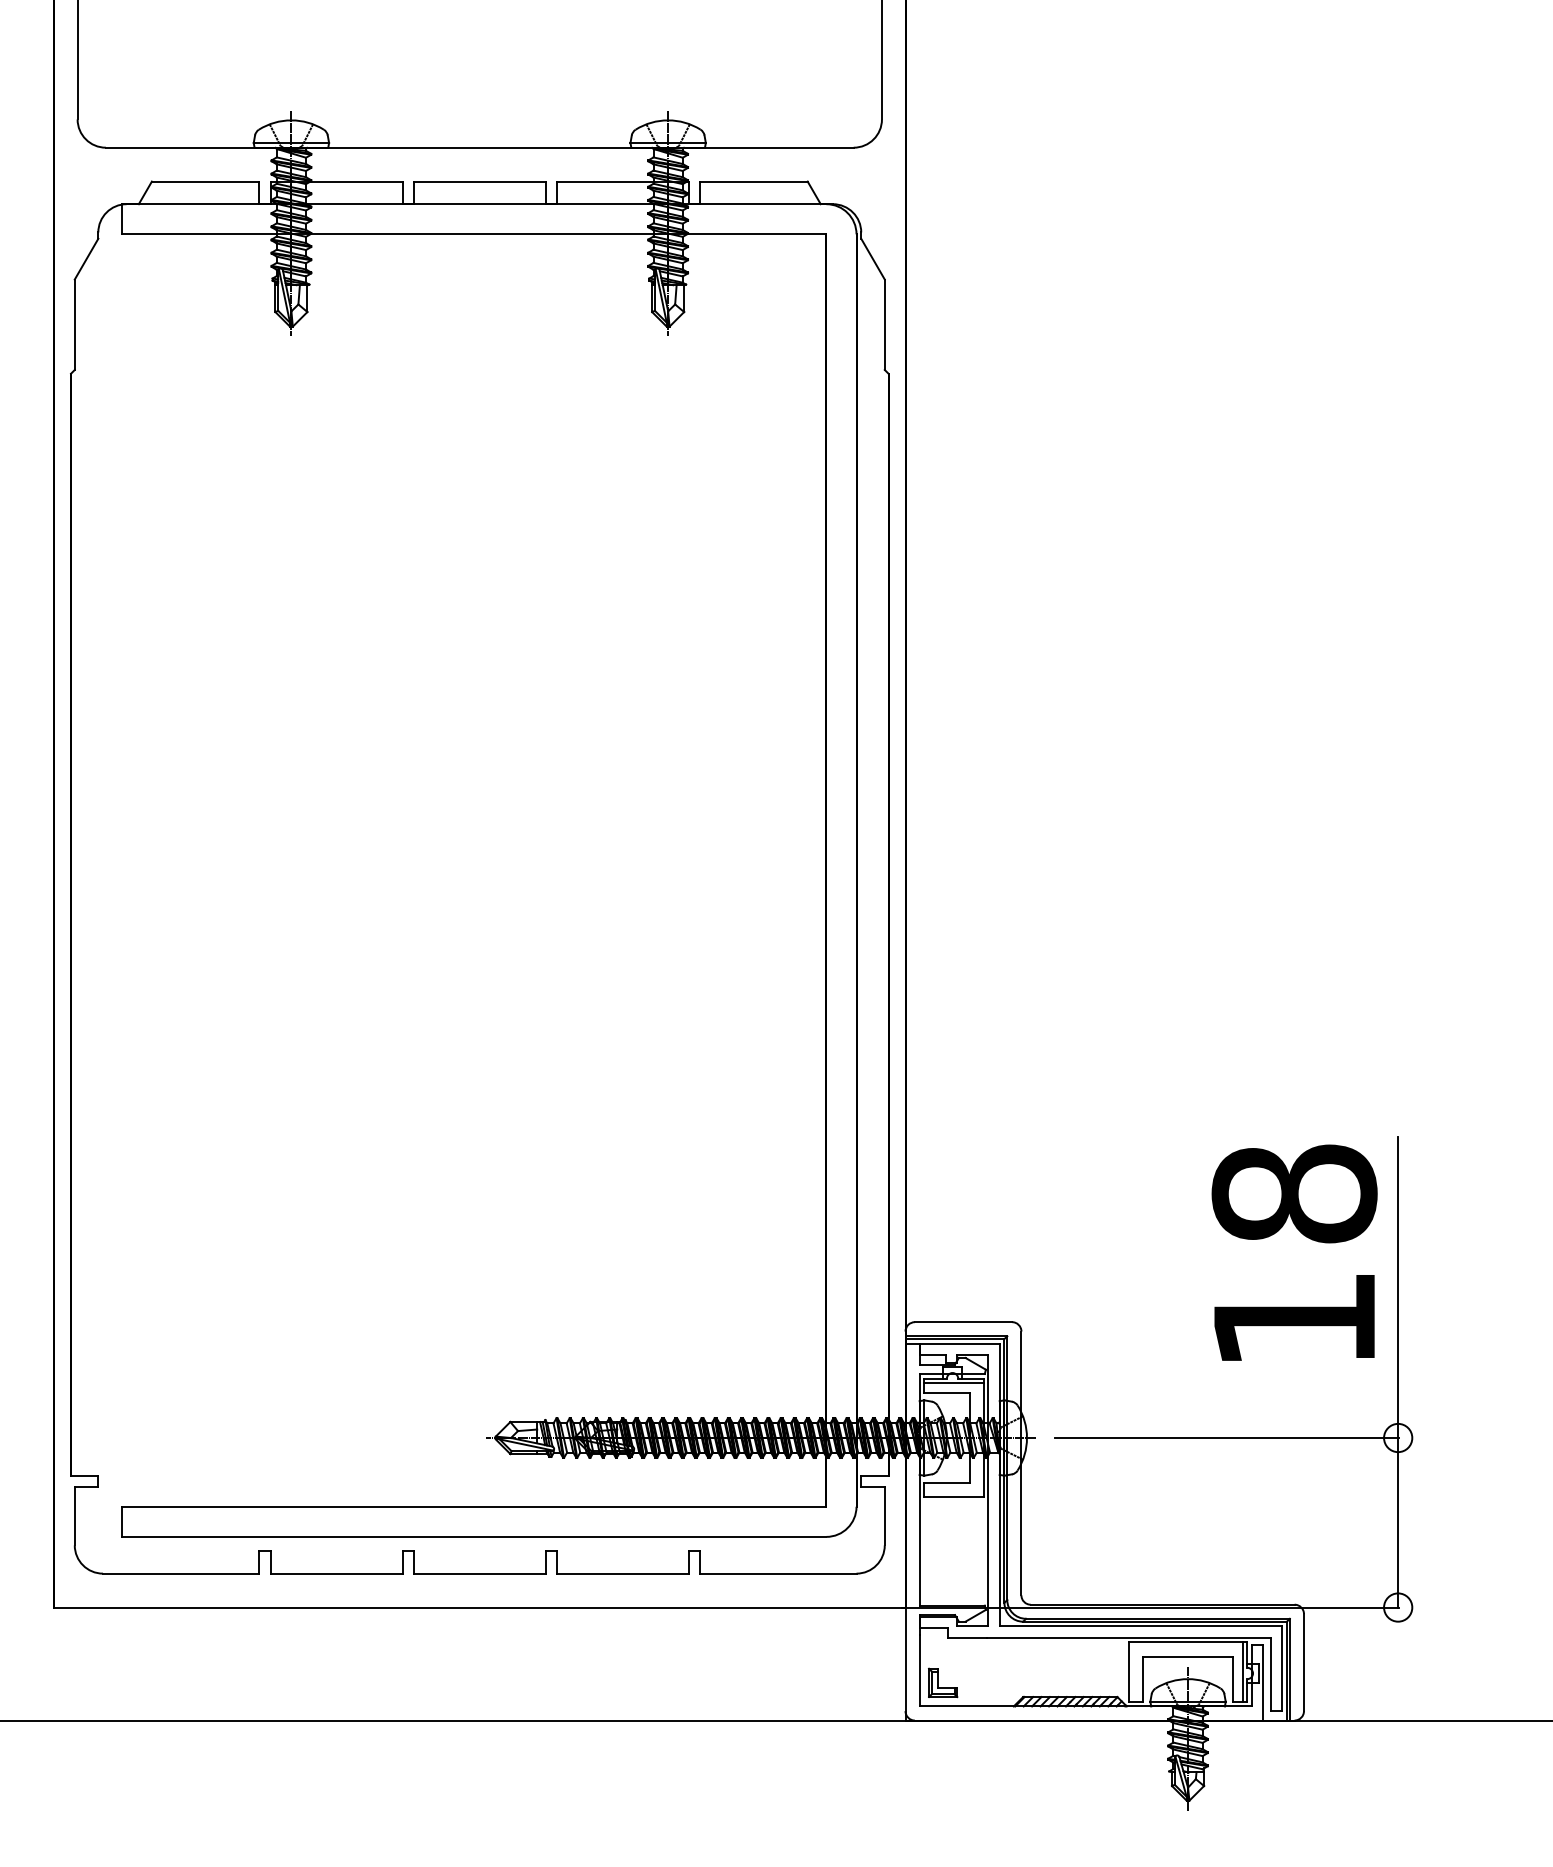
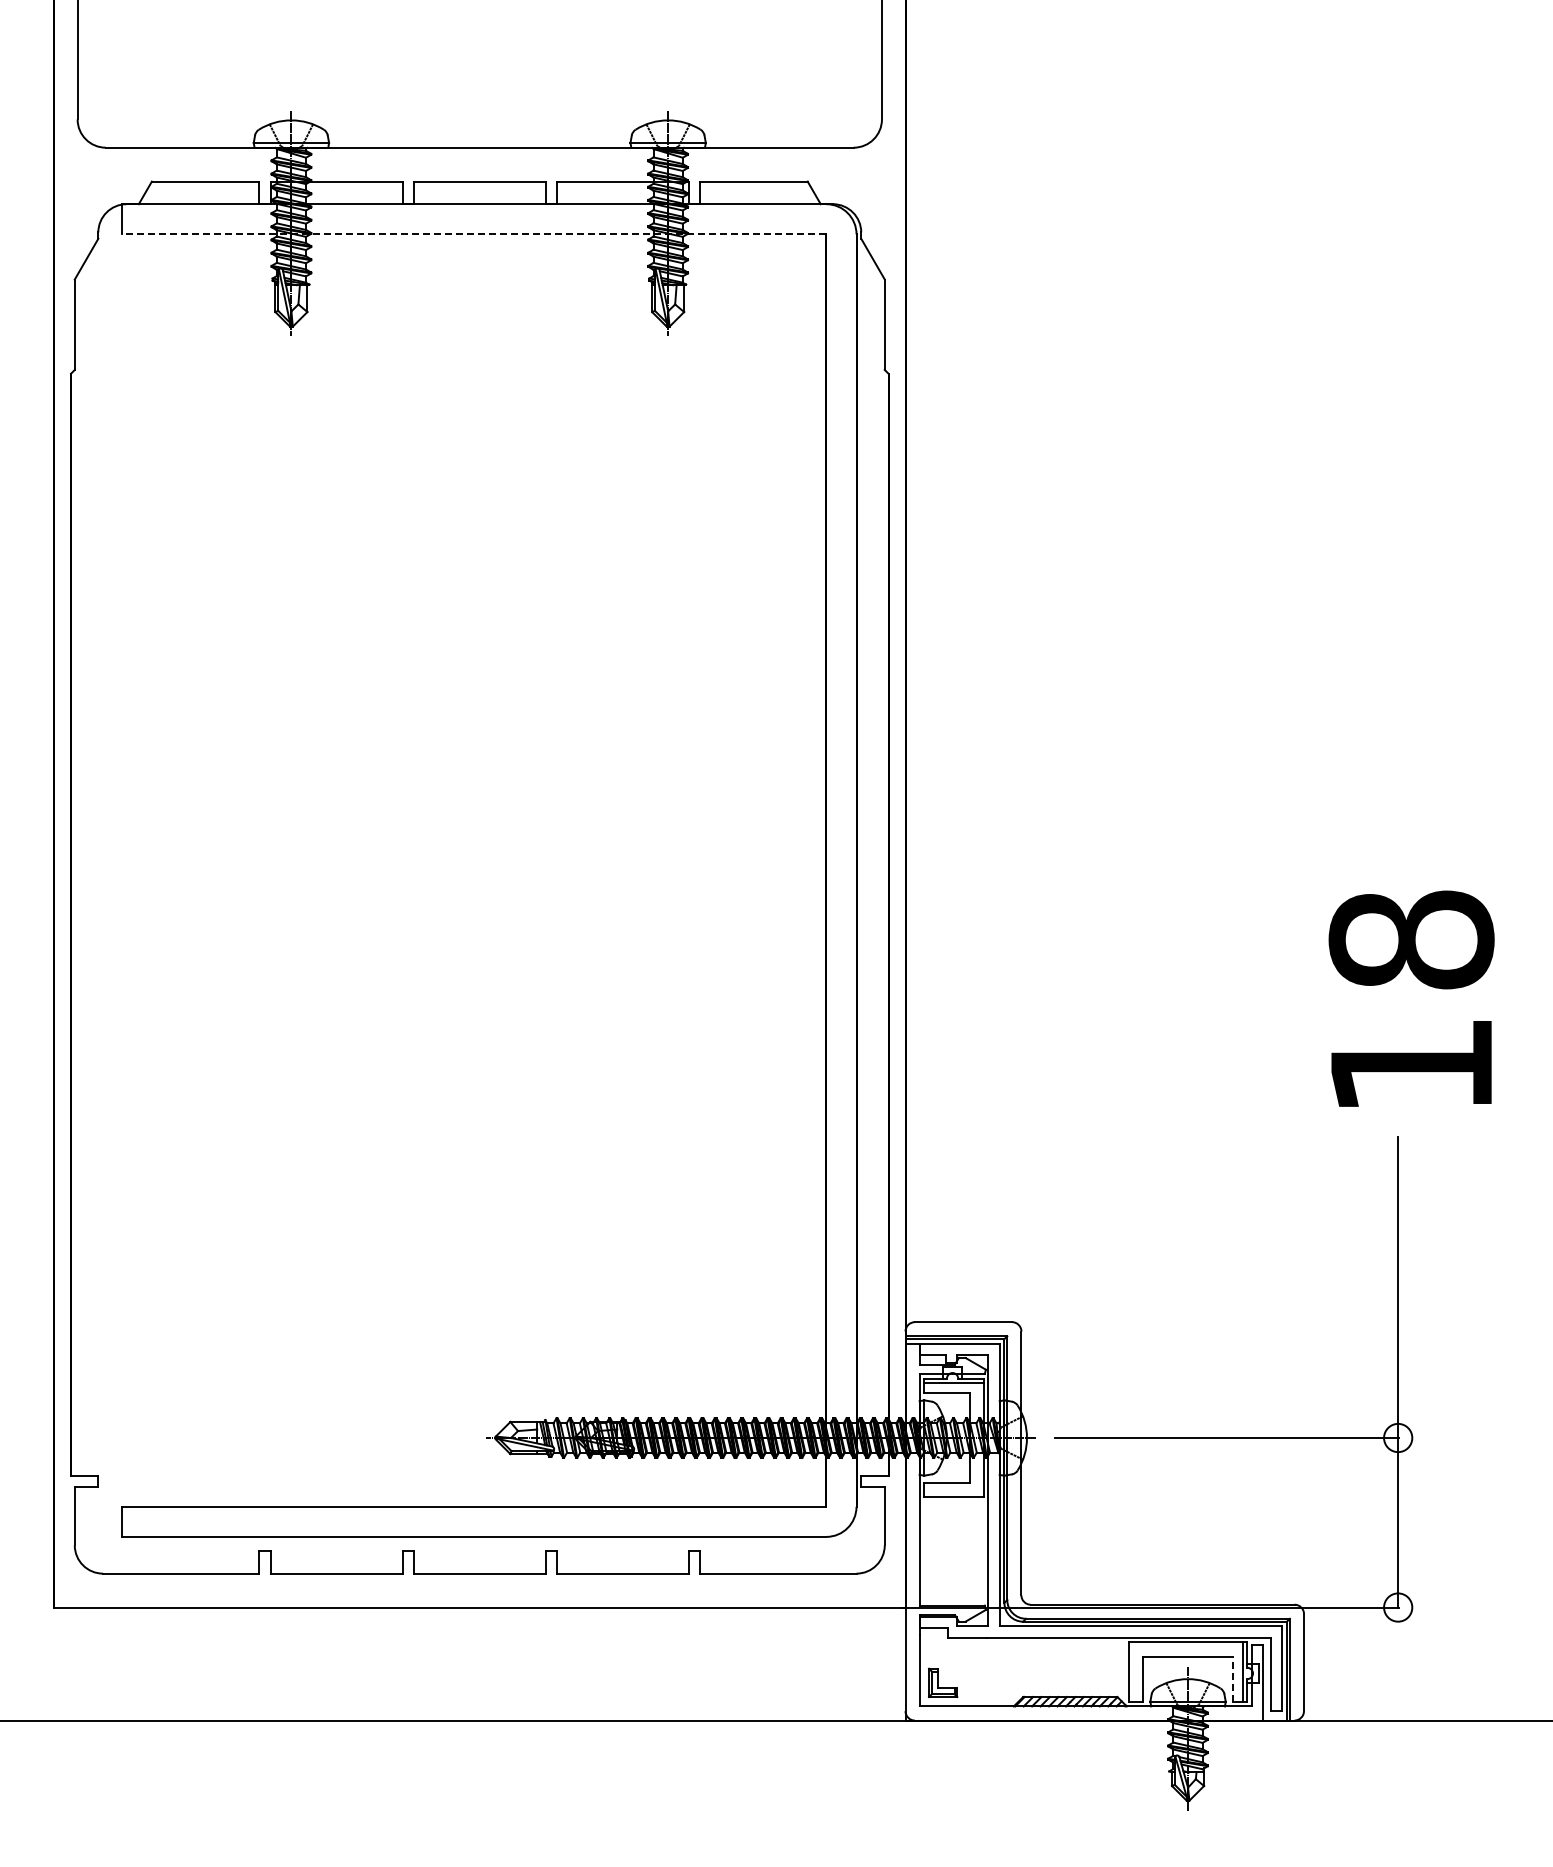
line at (473, 234): solid -> dashed
text at (1294, 1252) position: (1294, 1252) -> (1411, 998)
line at (1233, 1679): solid -> dashed
